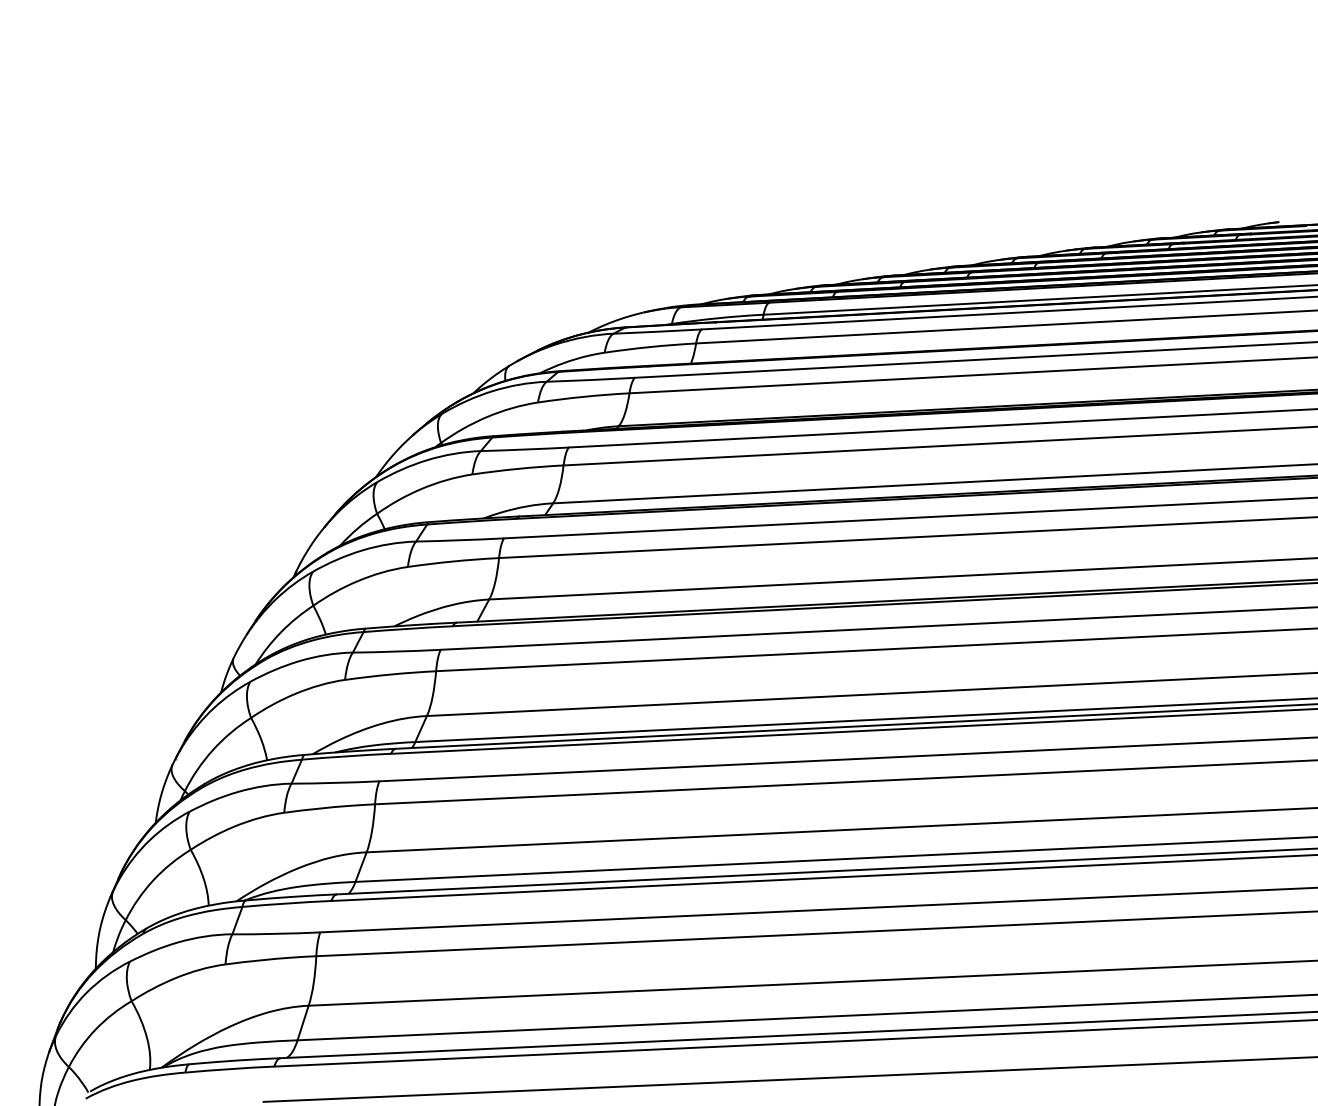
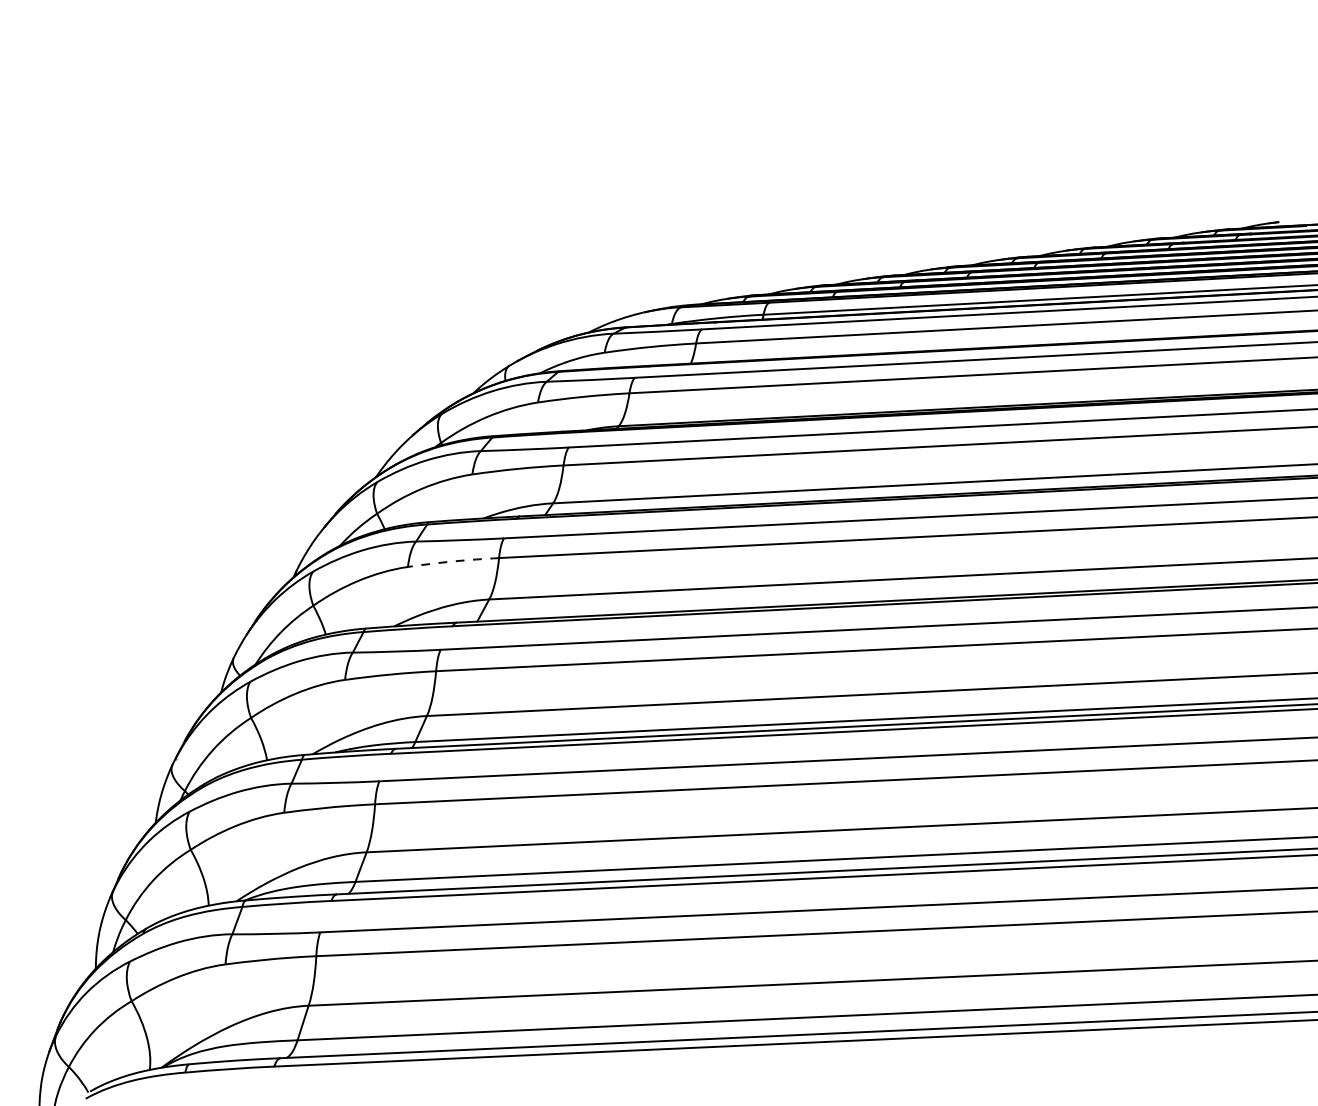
arc at (453, 561): solid -> dashed
line at (788, 1079): present -> none
